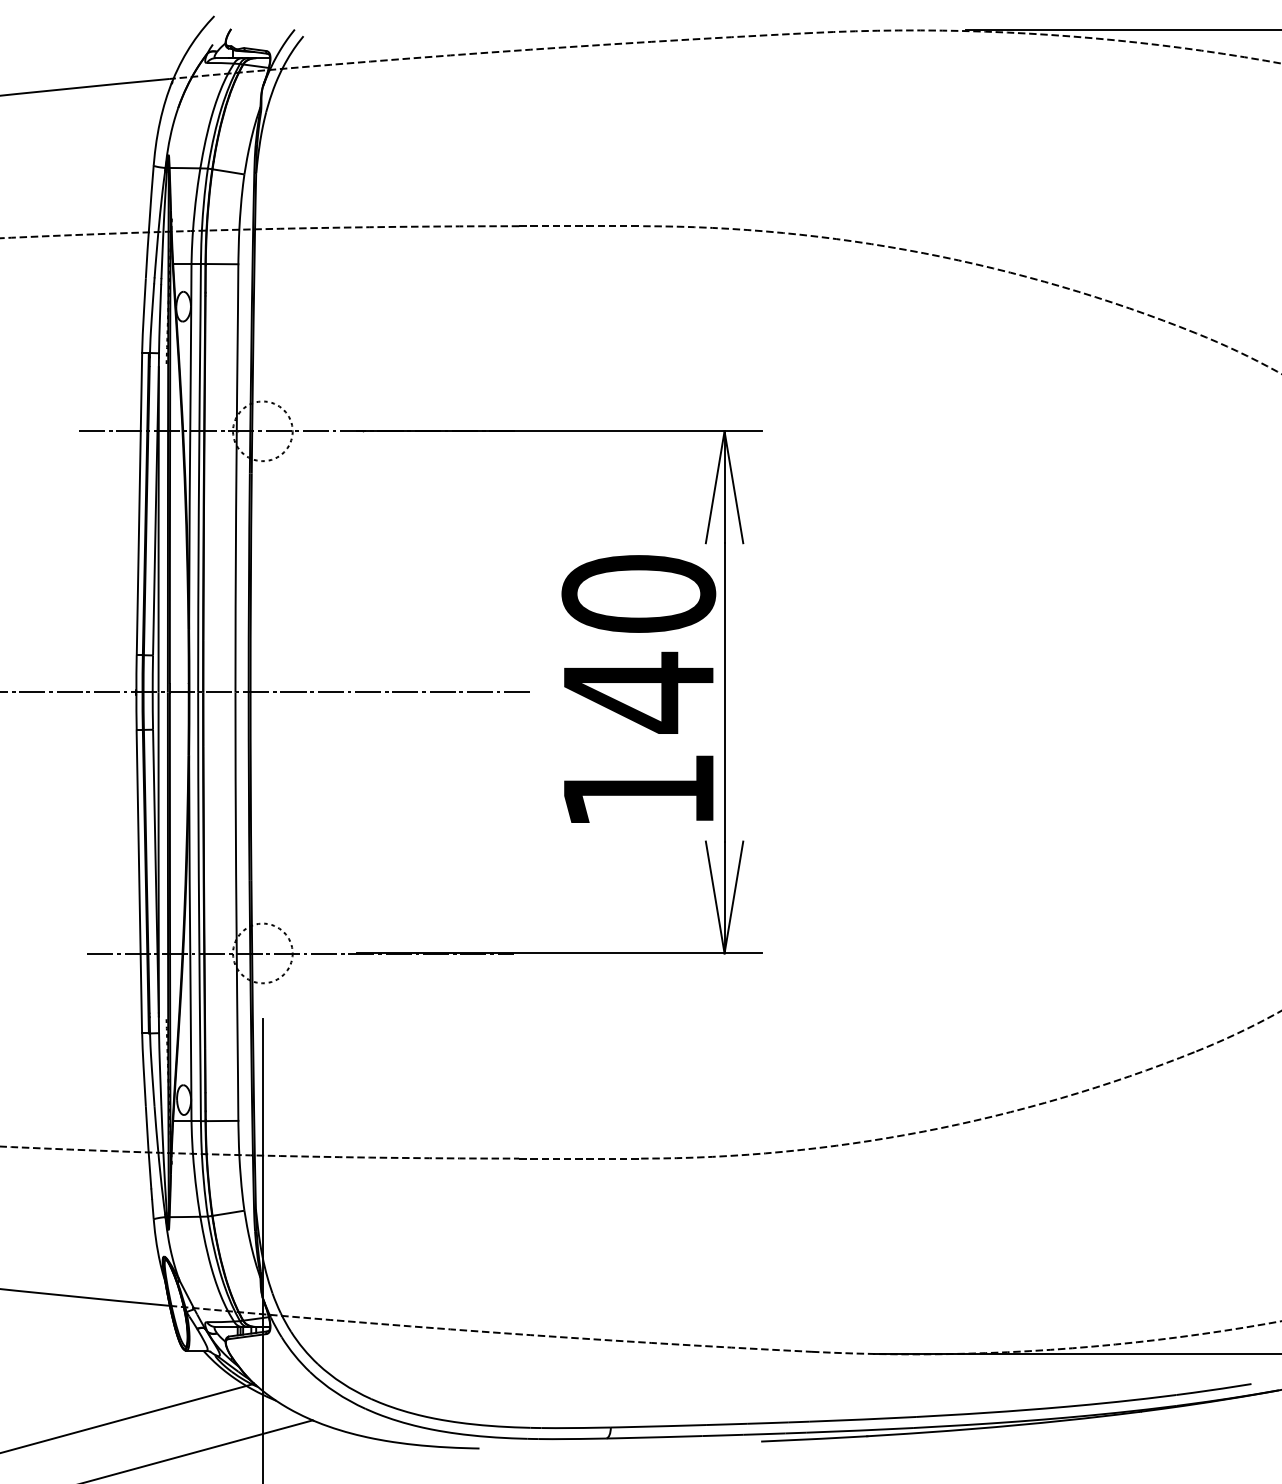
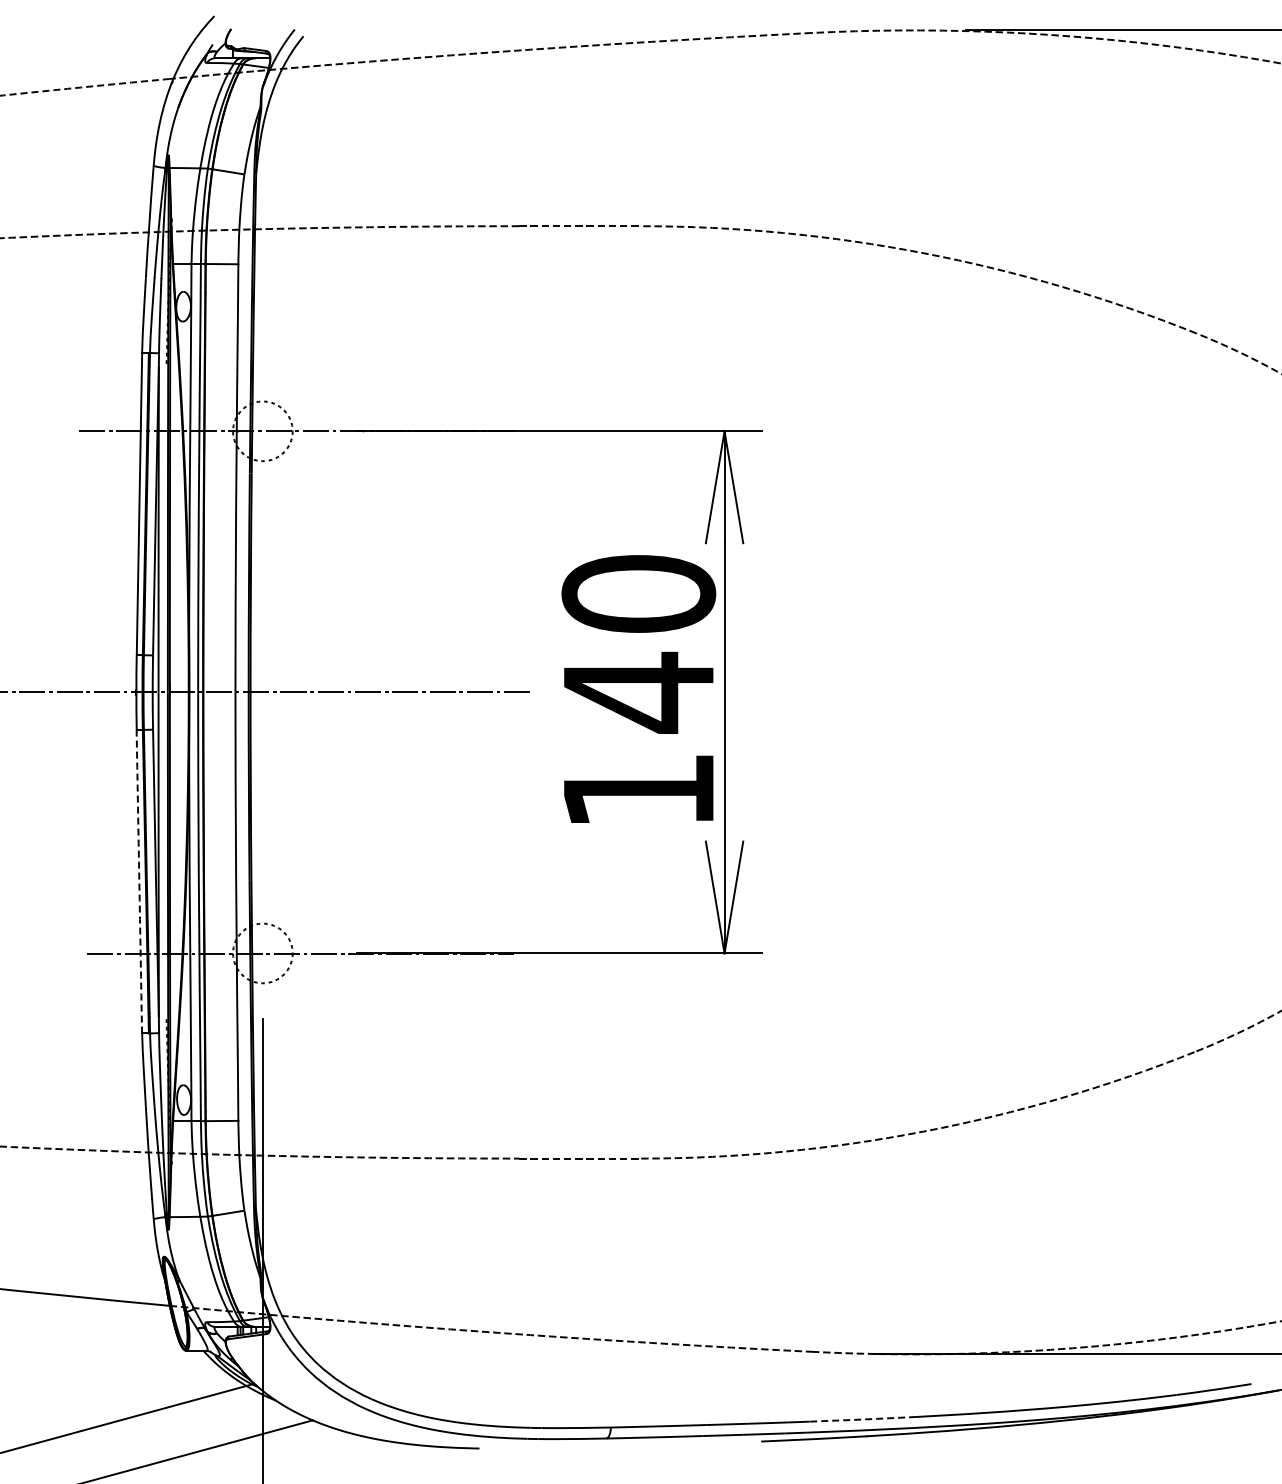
arc at (84, 87): solid -> dashed
arc at (139, 881): solid -> dashed
line at (862, 1419): solid -> dashed
